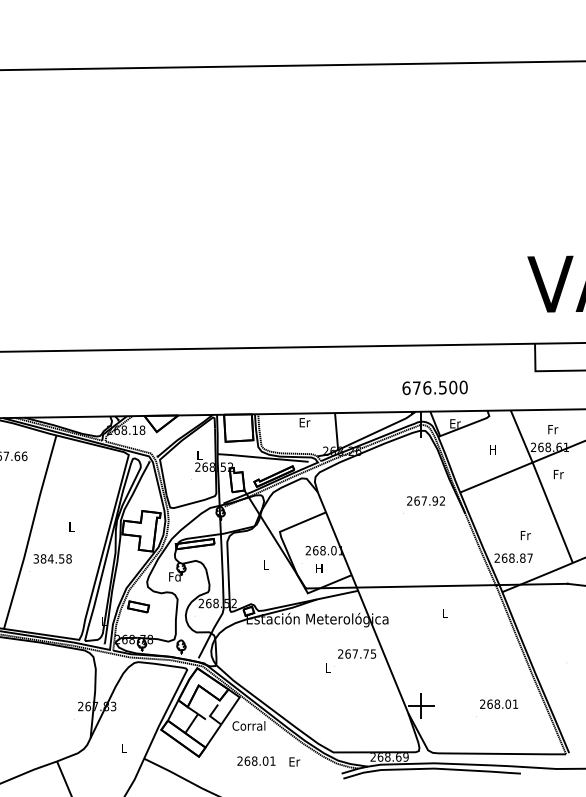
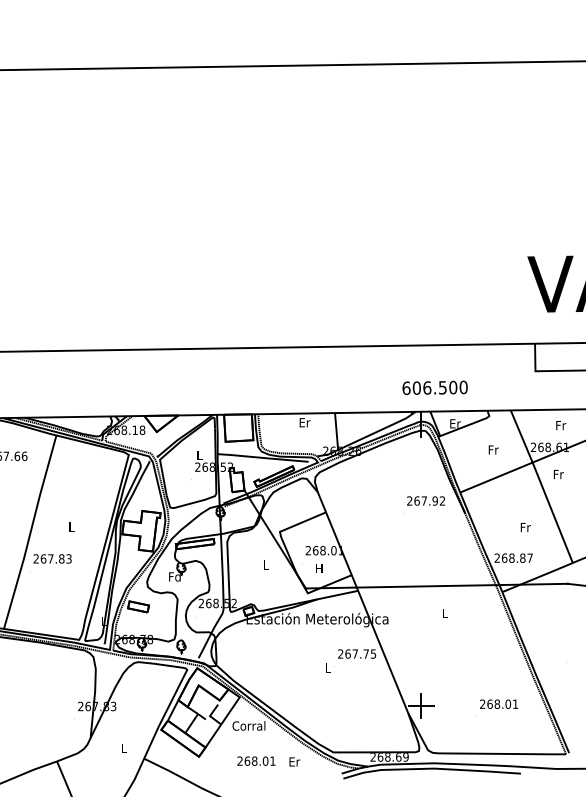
text at (416, 387): 676.500 -> 606.500
text at (553, 429) position: (553, 429) -> (561, 425)
text at (493, 449): H -> Fr
text at (525, 535) position: (525, 535) -> (525, 527)
text at (52, 558): 384.58 -> 267.83
